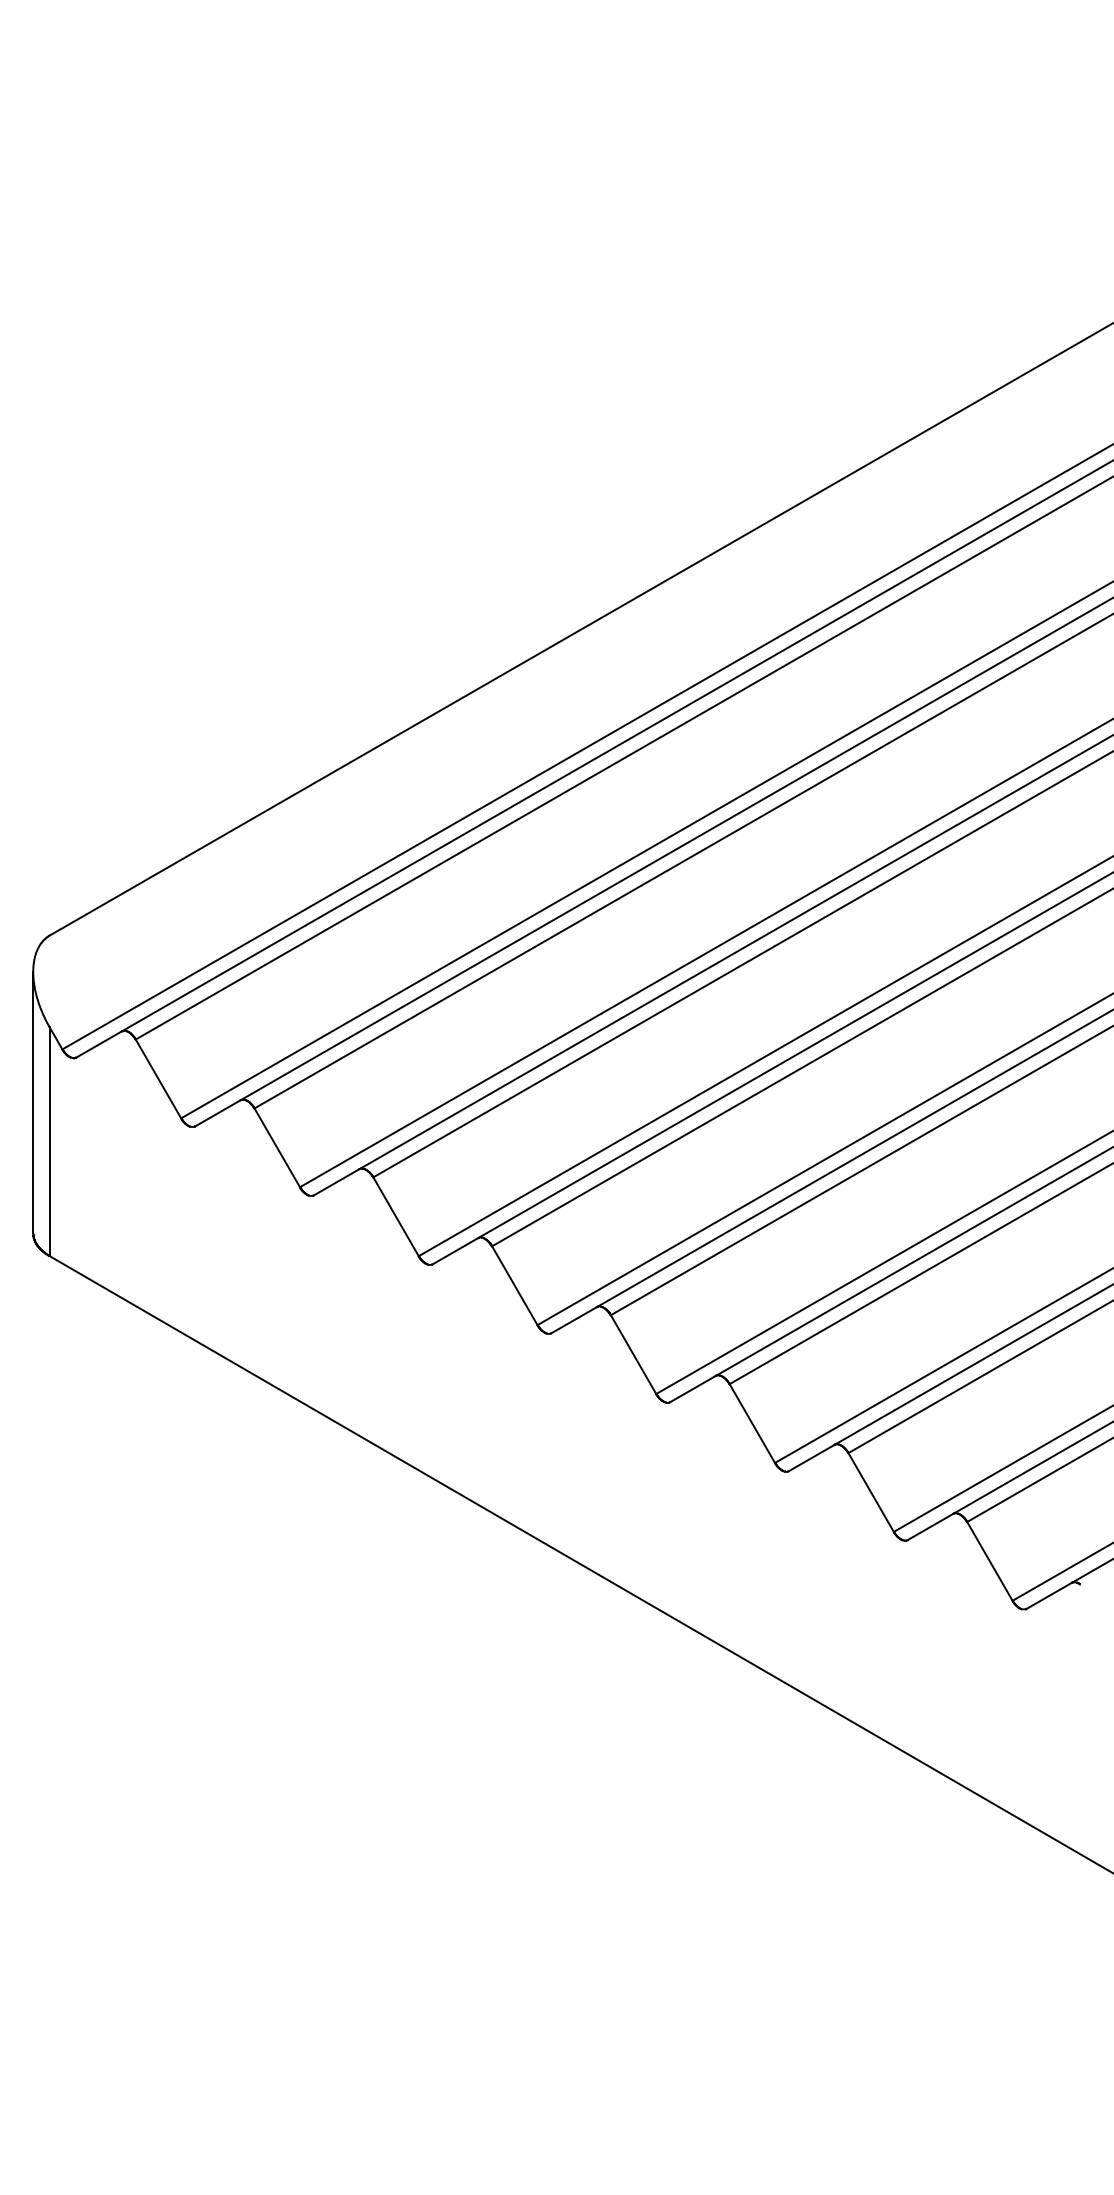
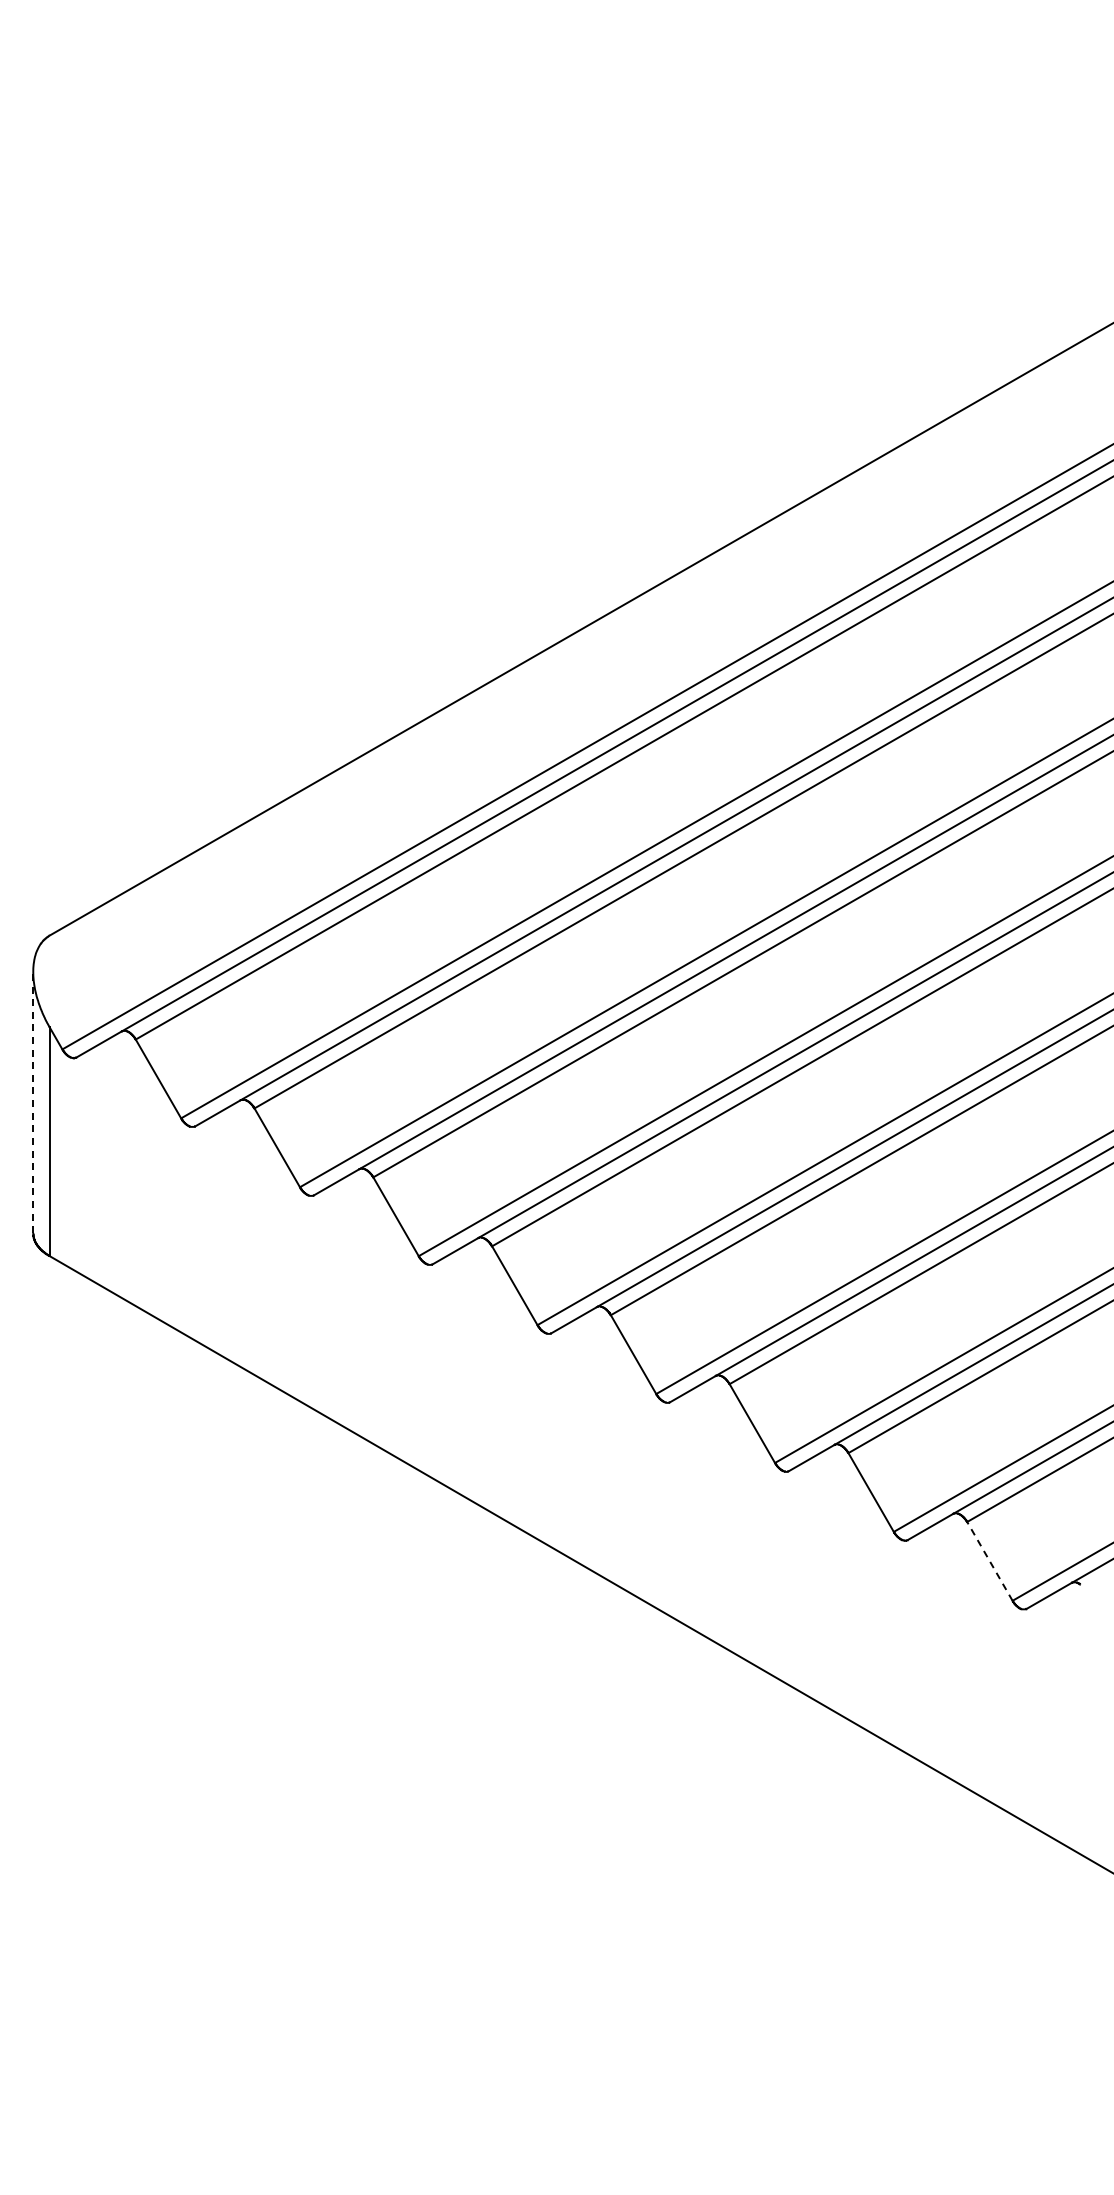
line at (33, 1102): solid -> dashed
line at (989, 1560): solid -> dashed
